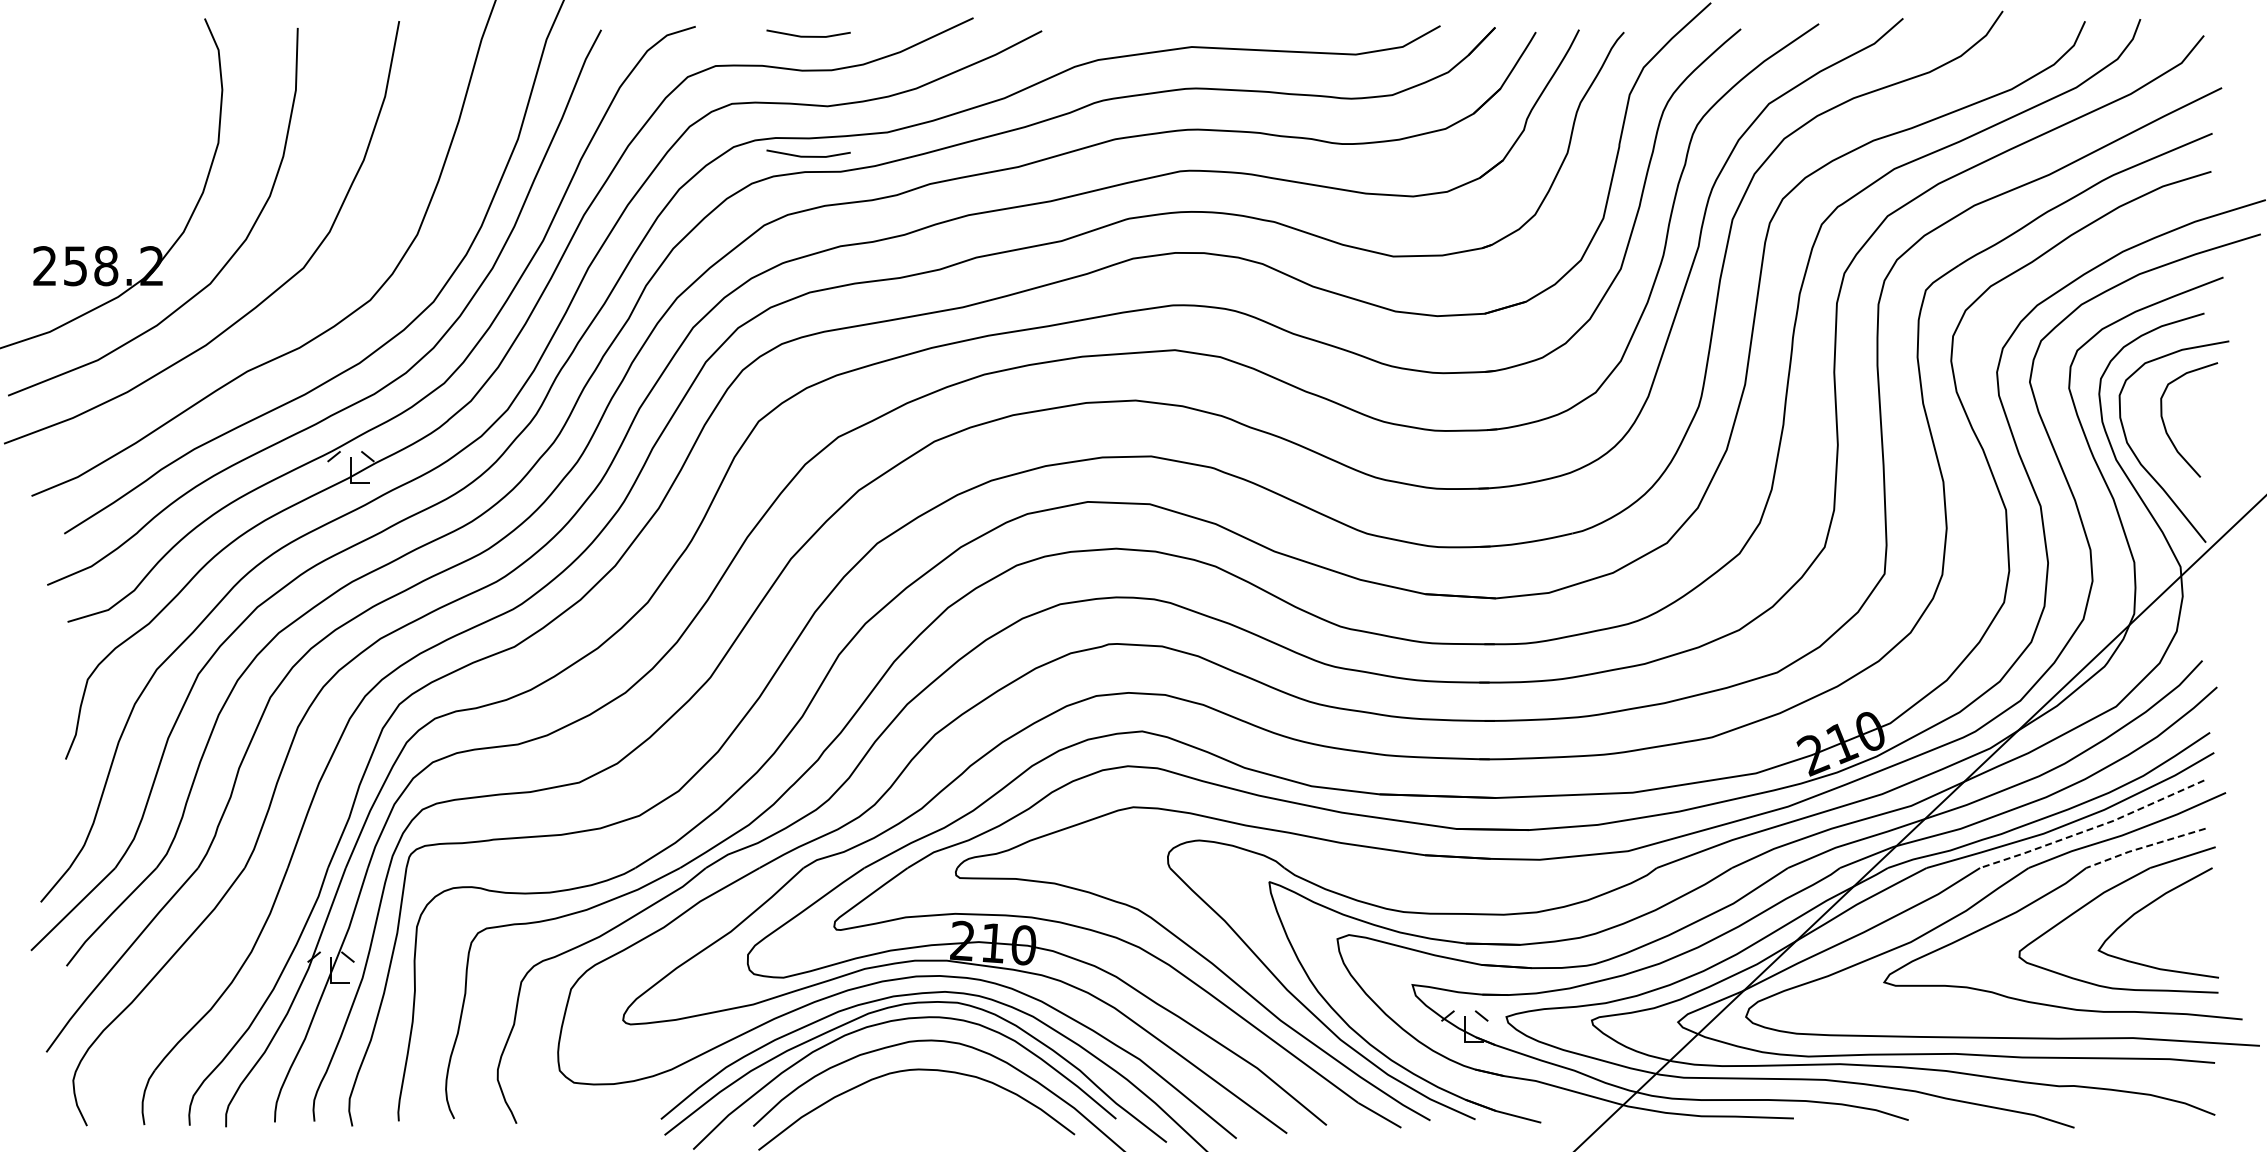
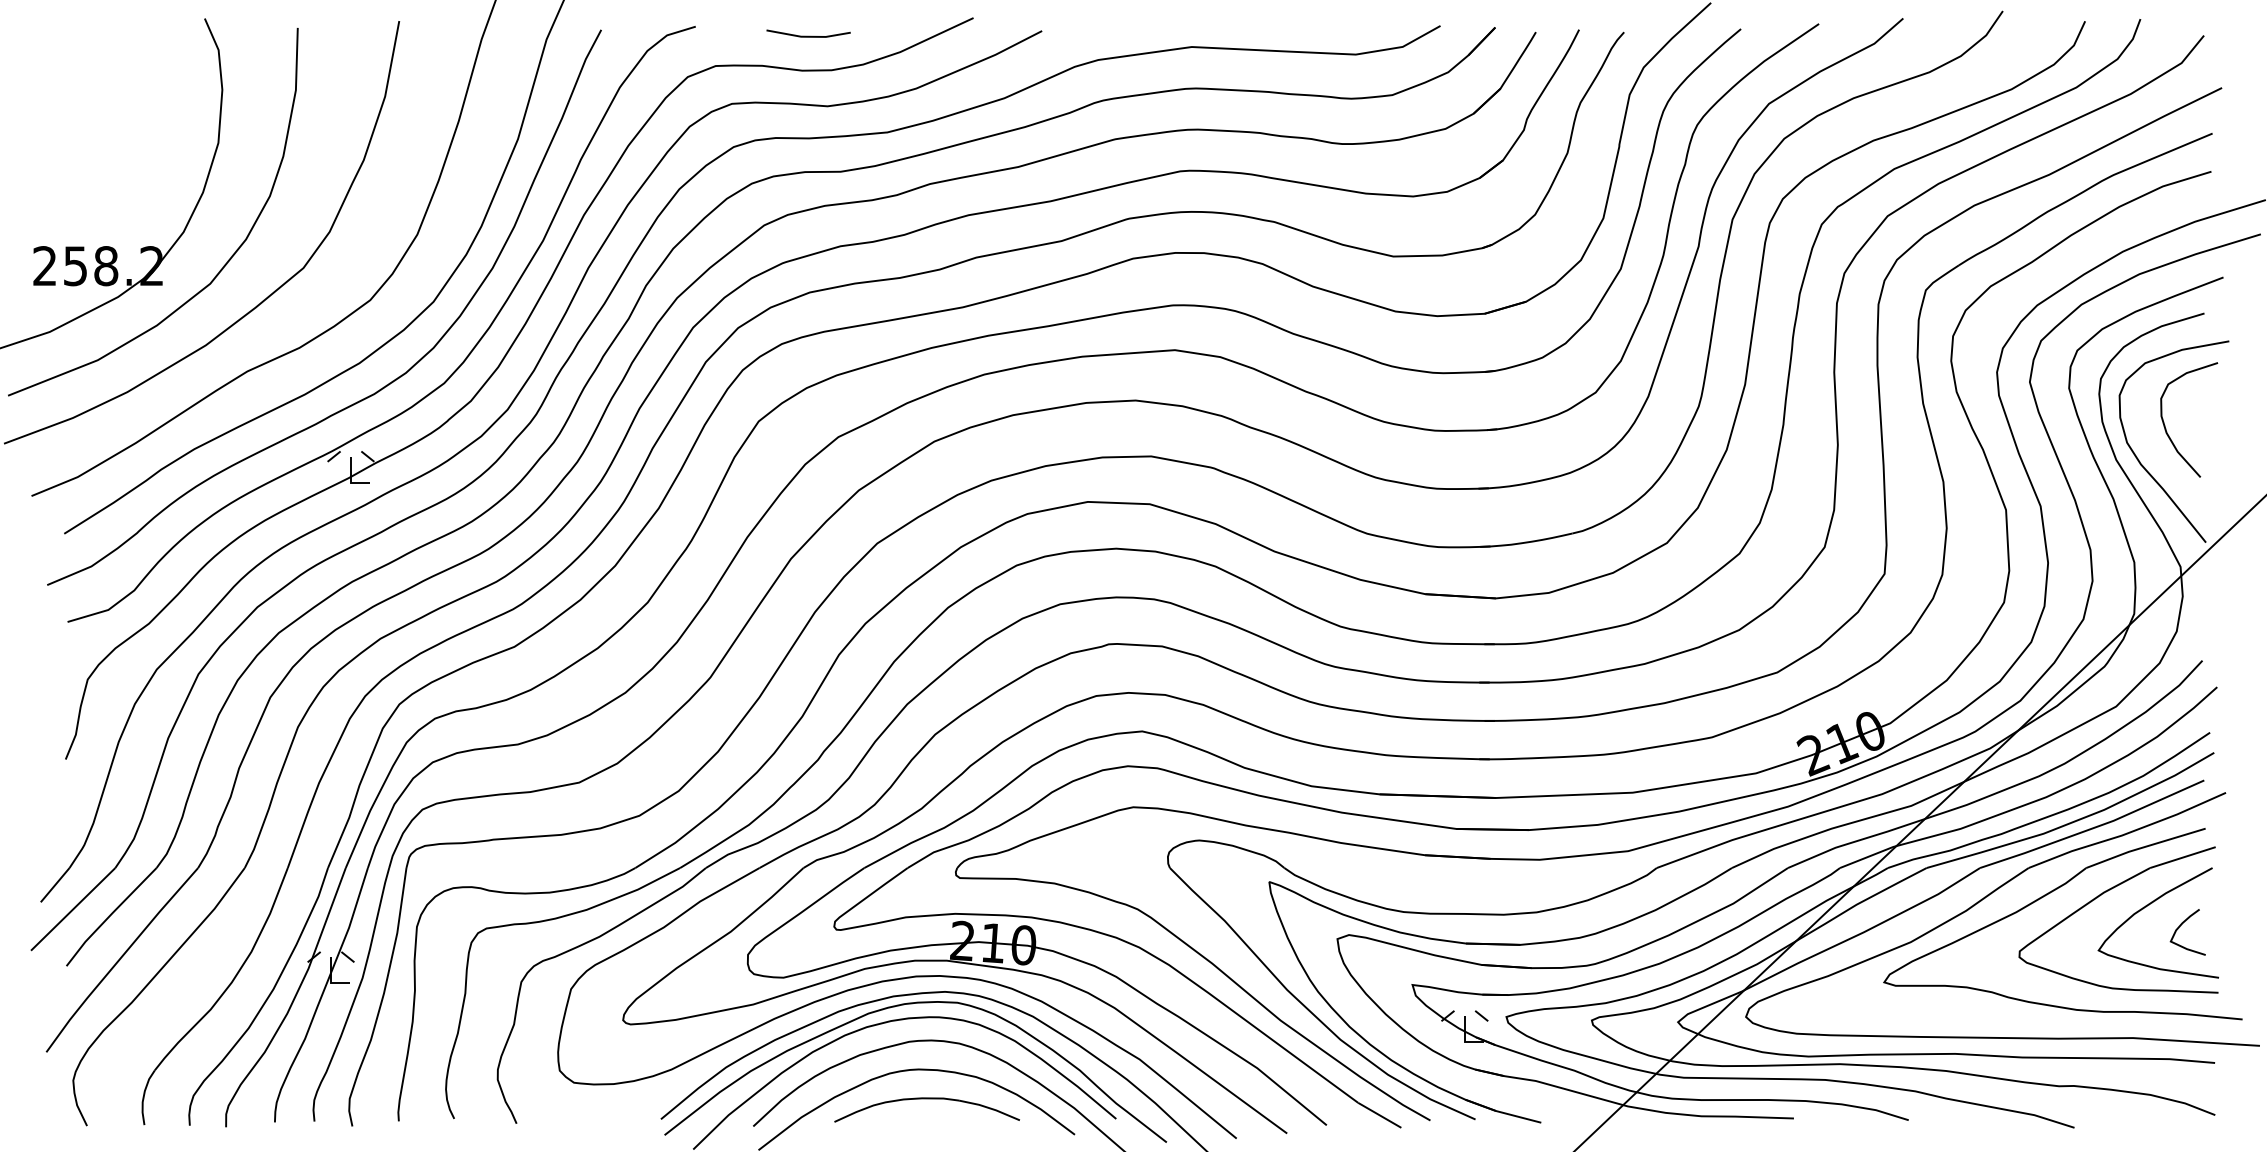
line at (808, 155): present -> none
line at (2094, 827): dashed -> solid
line at (2145, 846): dashed -> solid
curve at (2179, 928): none -> present
part at (926, 1099): none -> present
